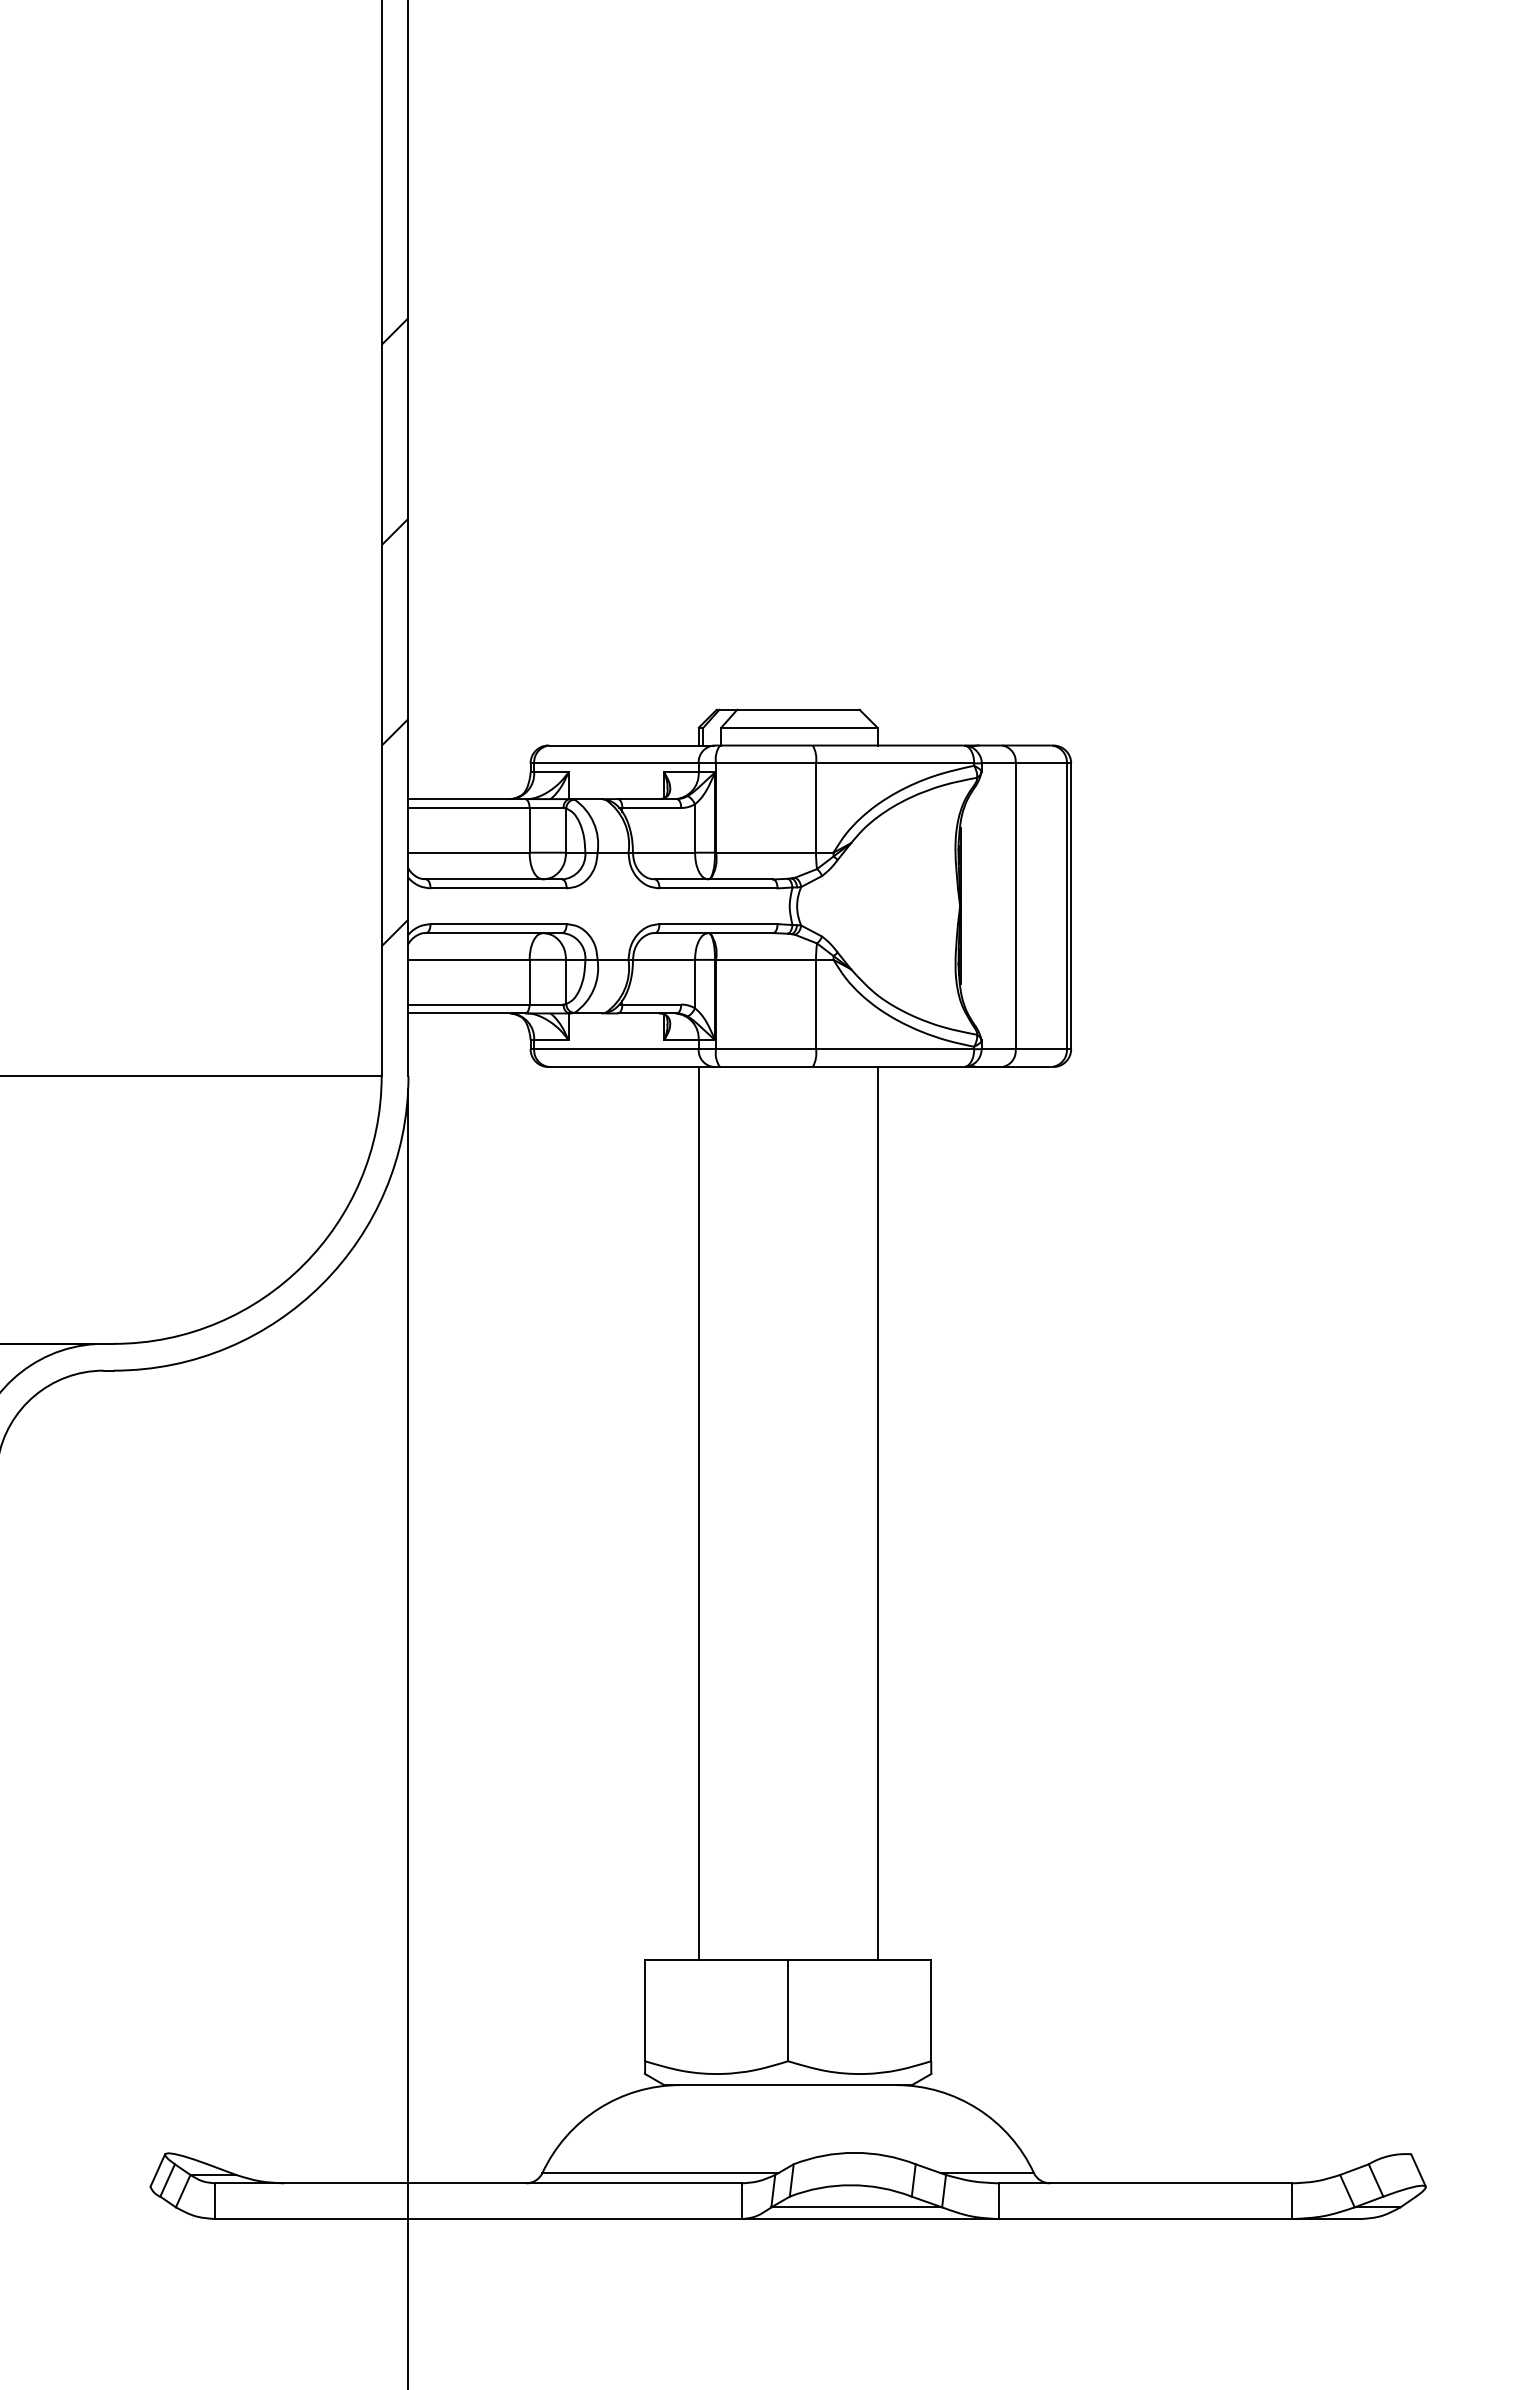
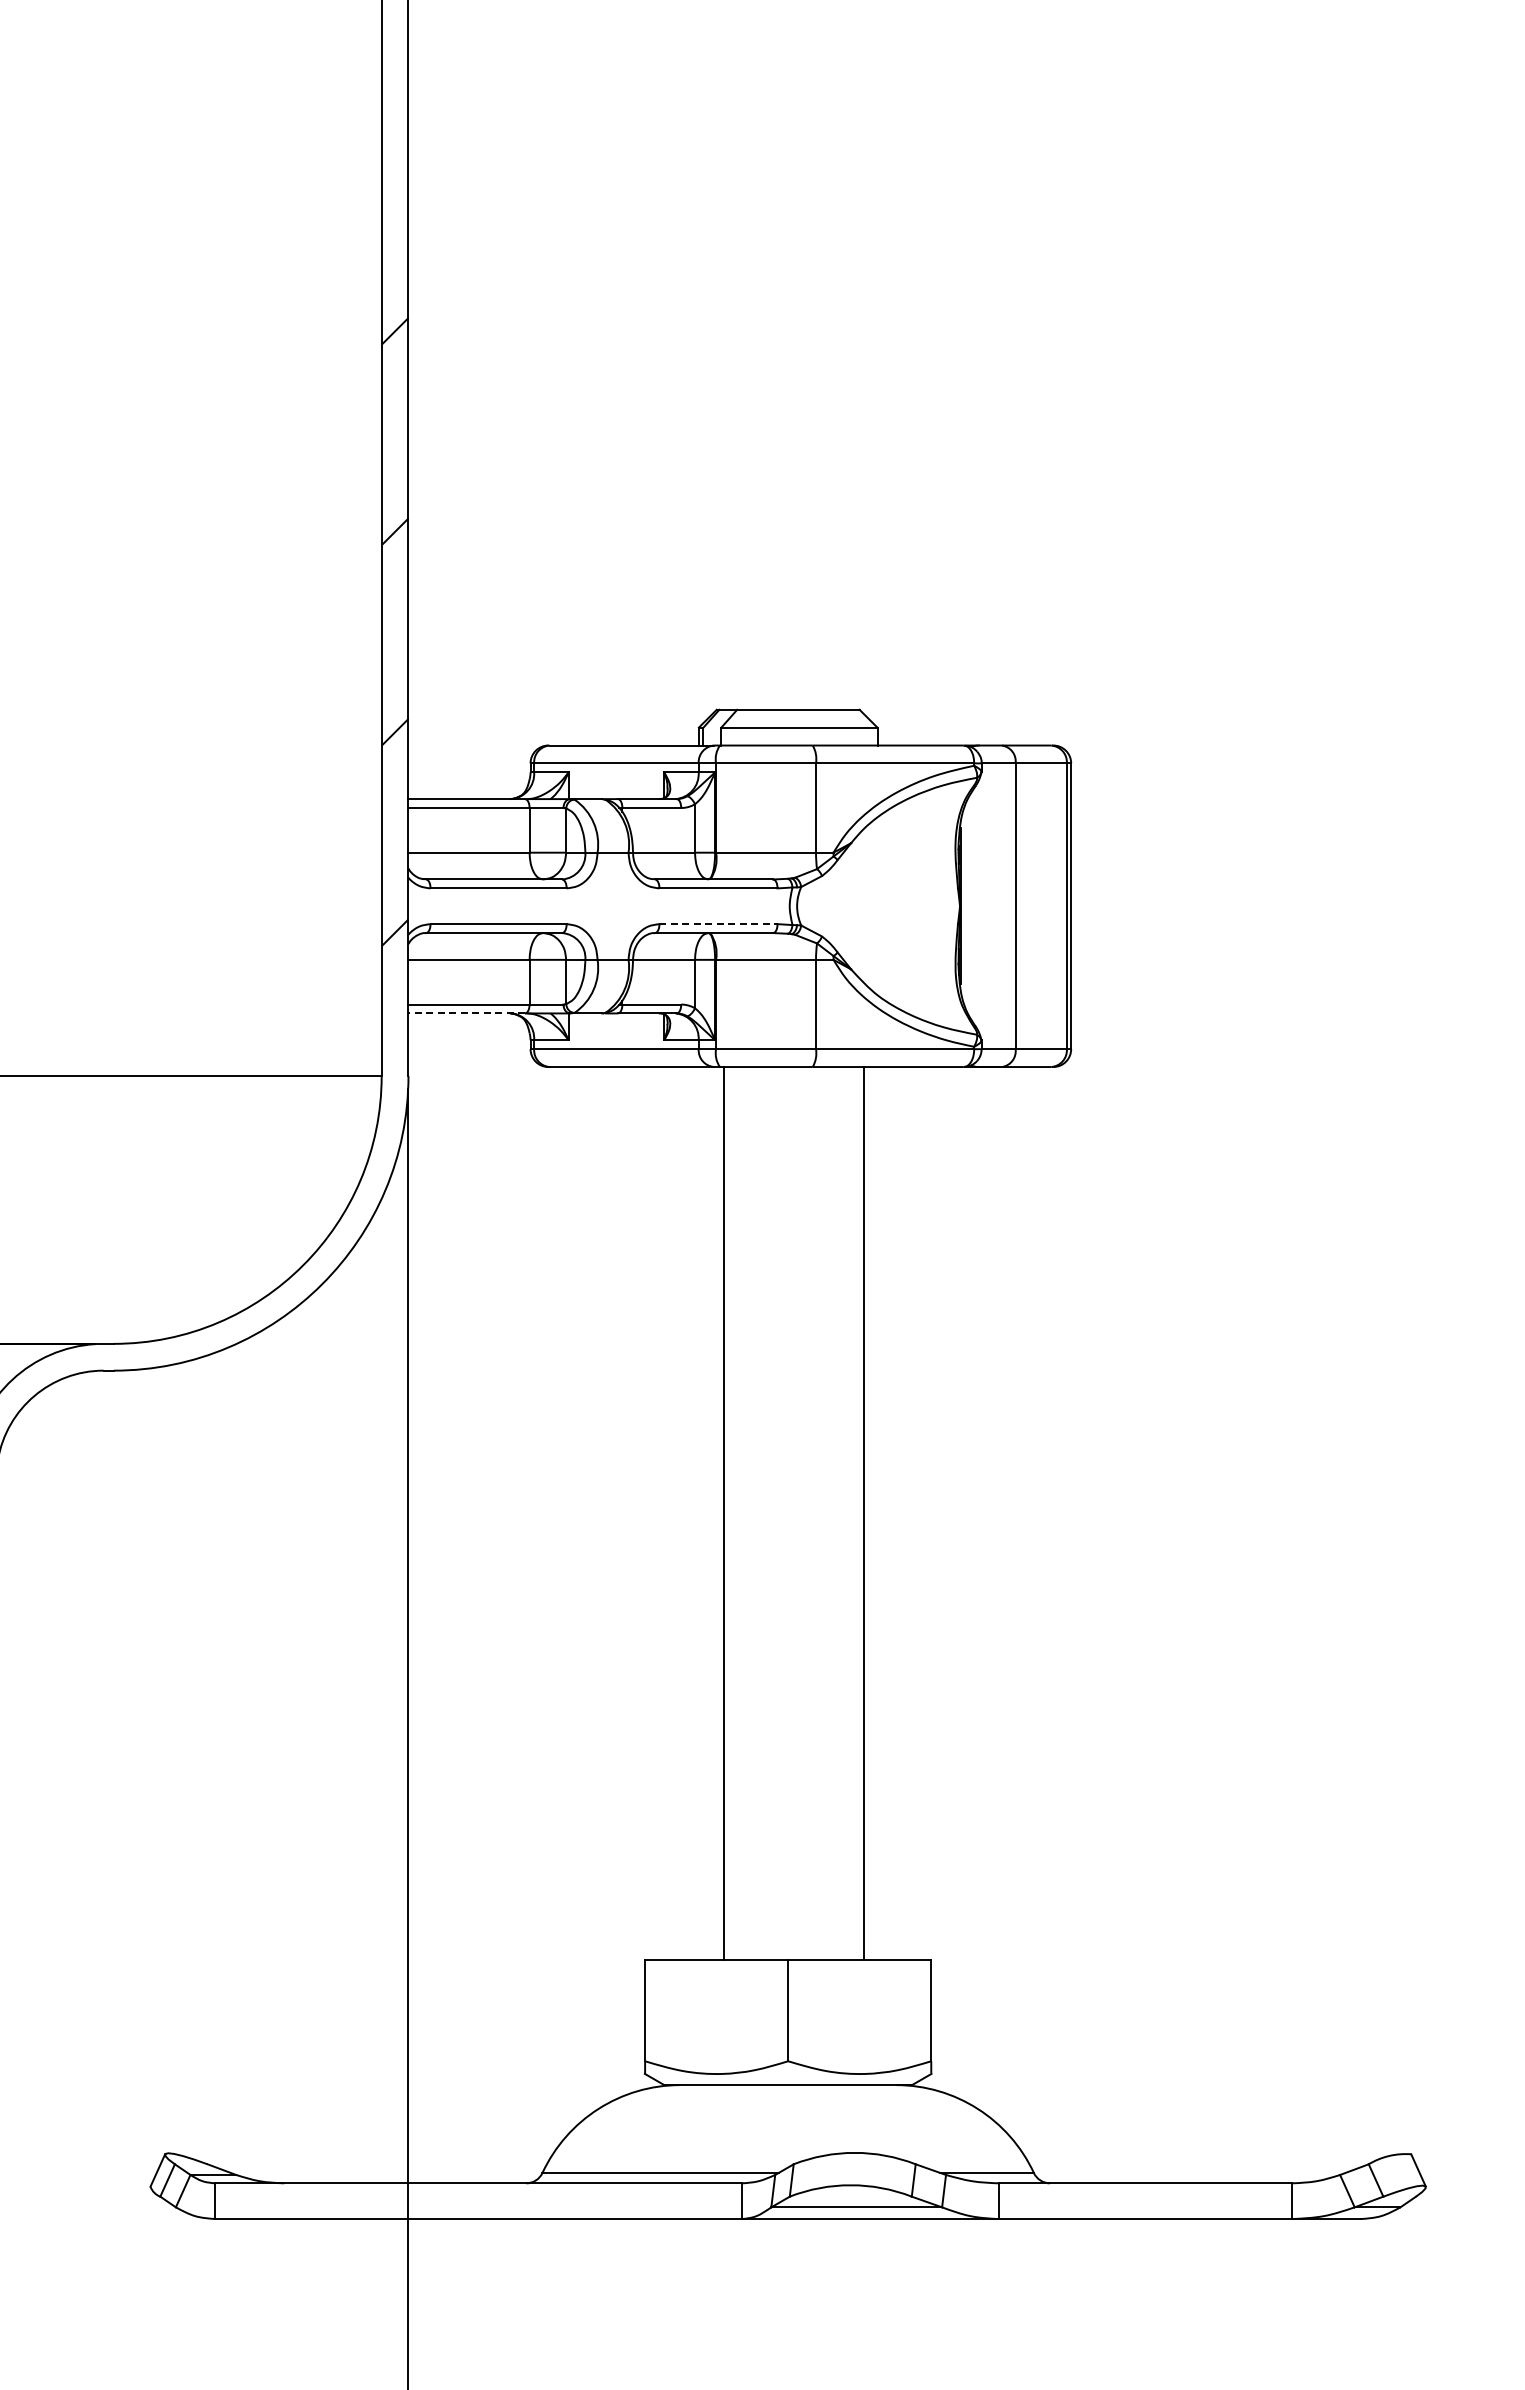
line at (719, 924): solid -> dashed
line at (466, 1013): solid -> dashed
line at (698, 1513) position: (698, 1513) -> (723, 1513)
line at (877, 1513) position: (877, 1513) -> (863, 1513)
